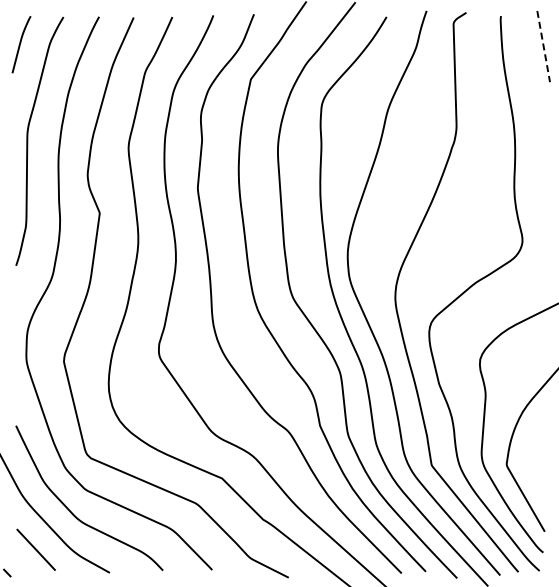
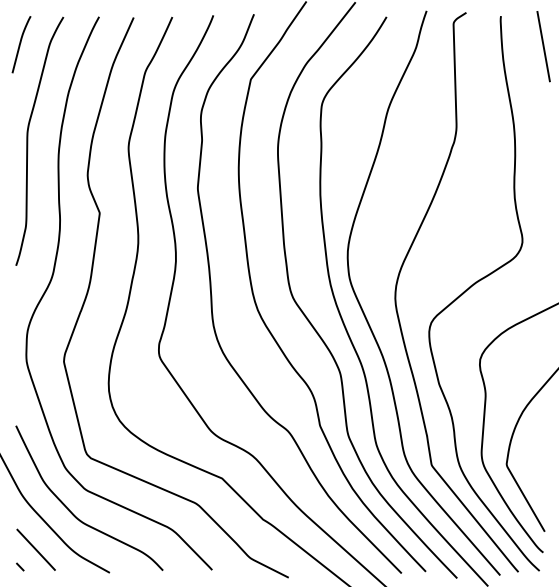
line at (543, 47): dashed -> solid
line at (7, 572) position: (7, 572) -> (20, 566)
